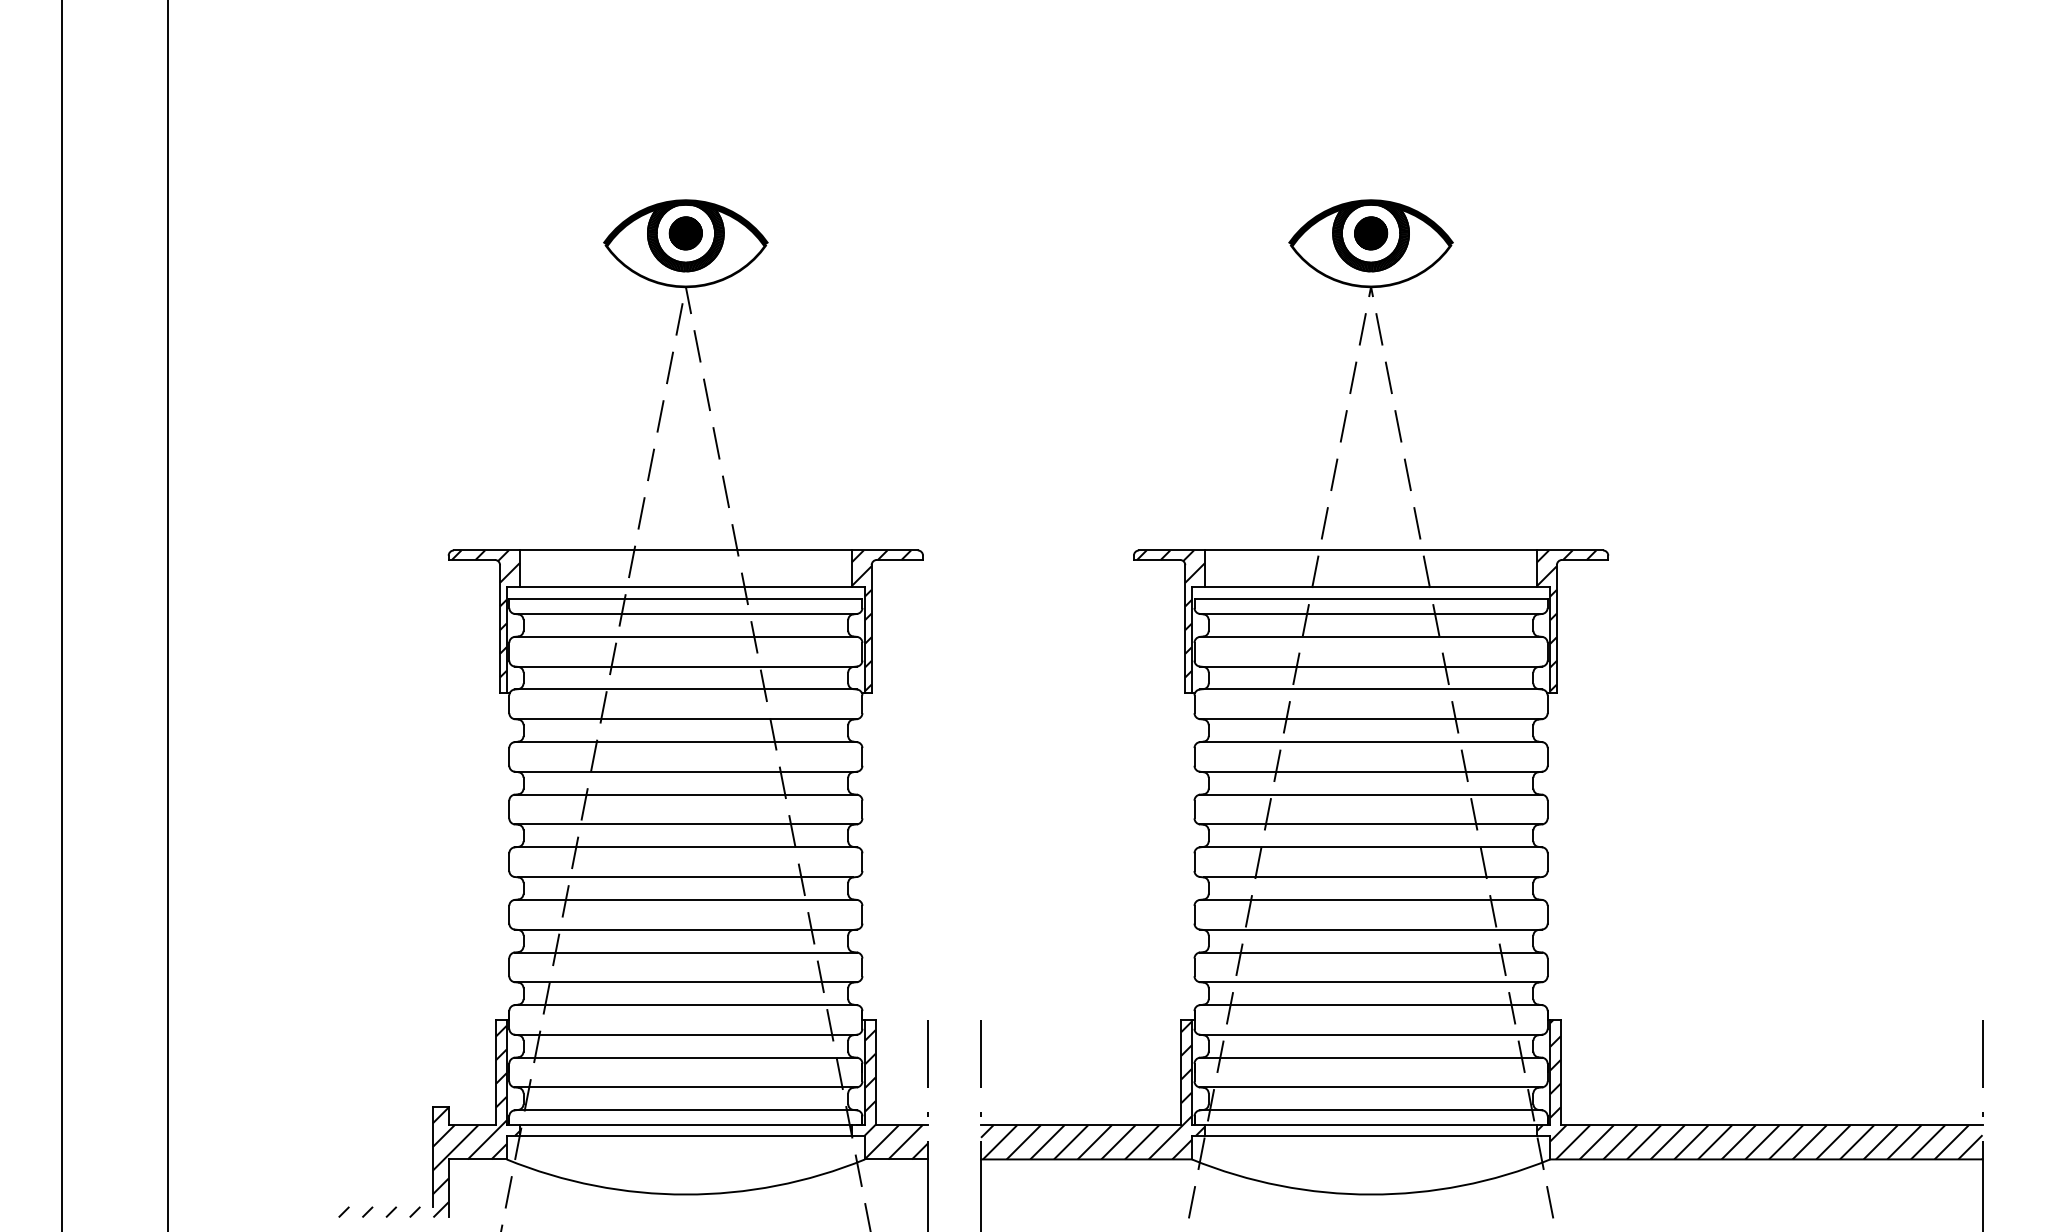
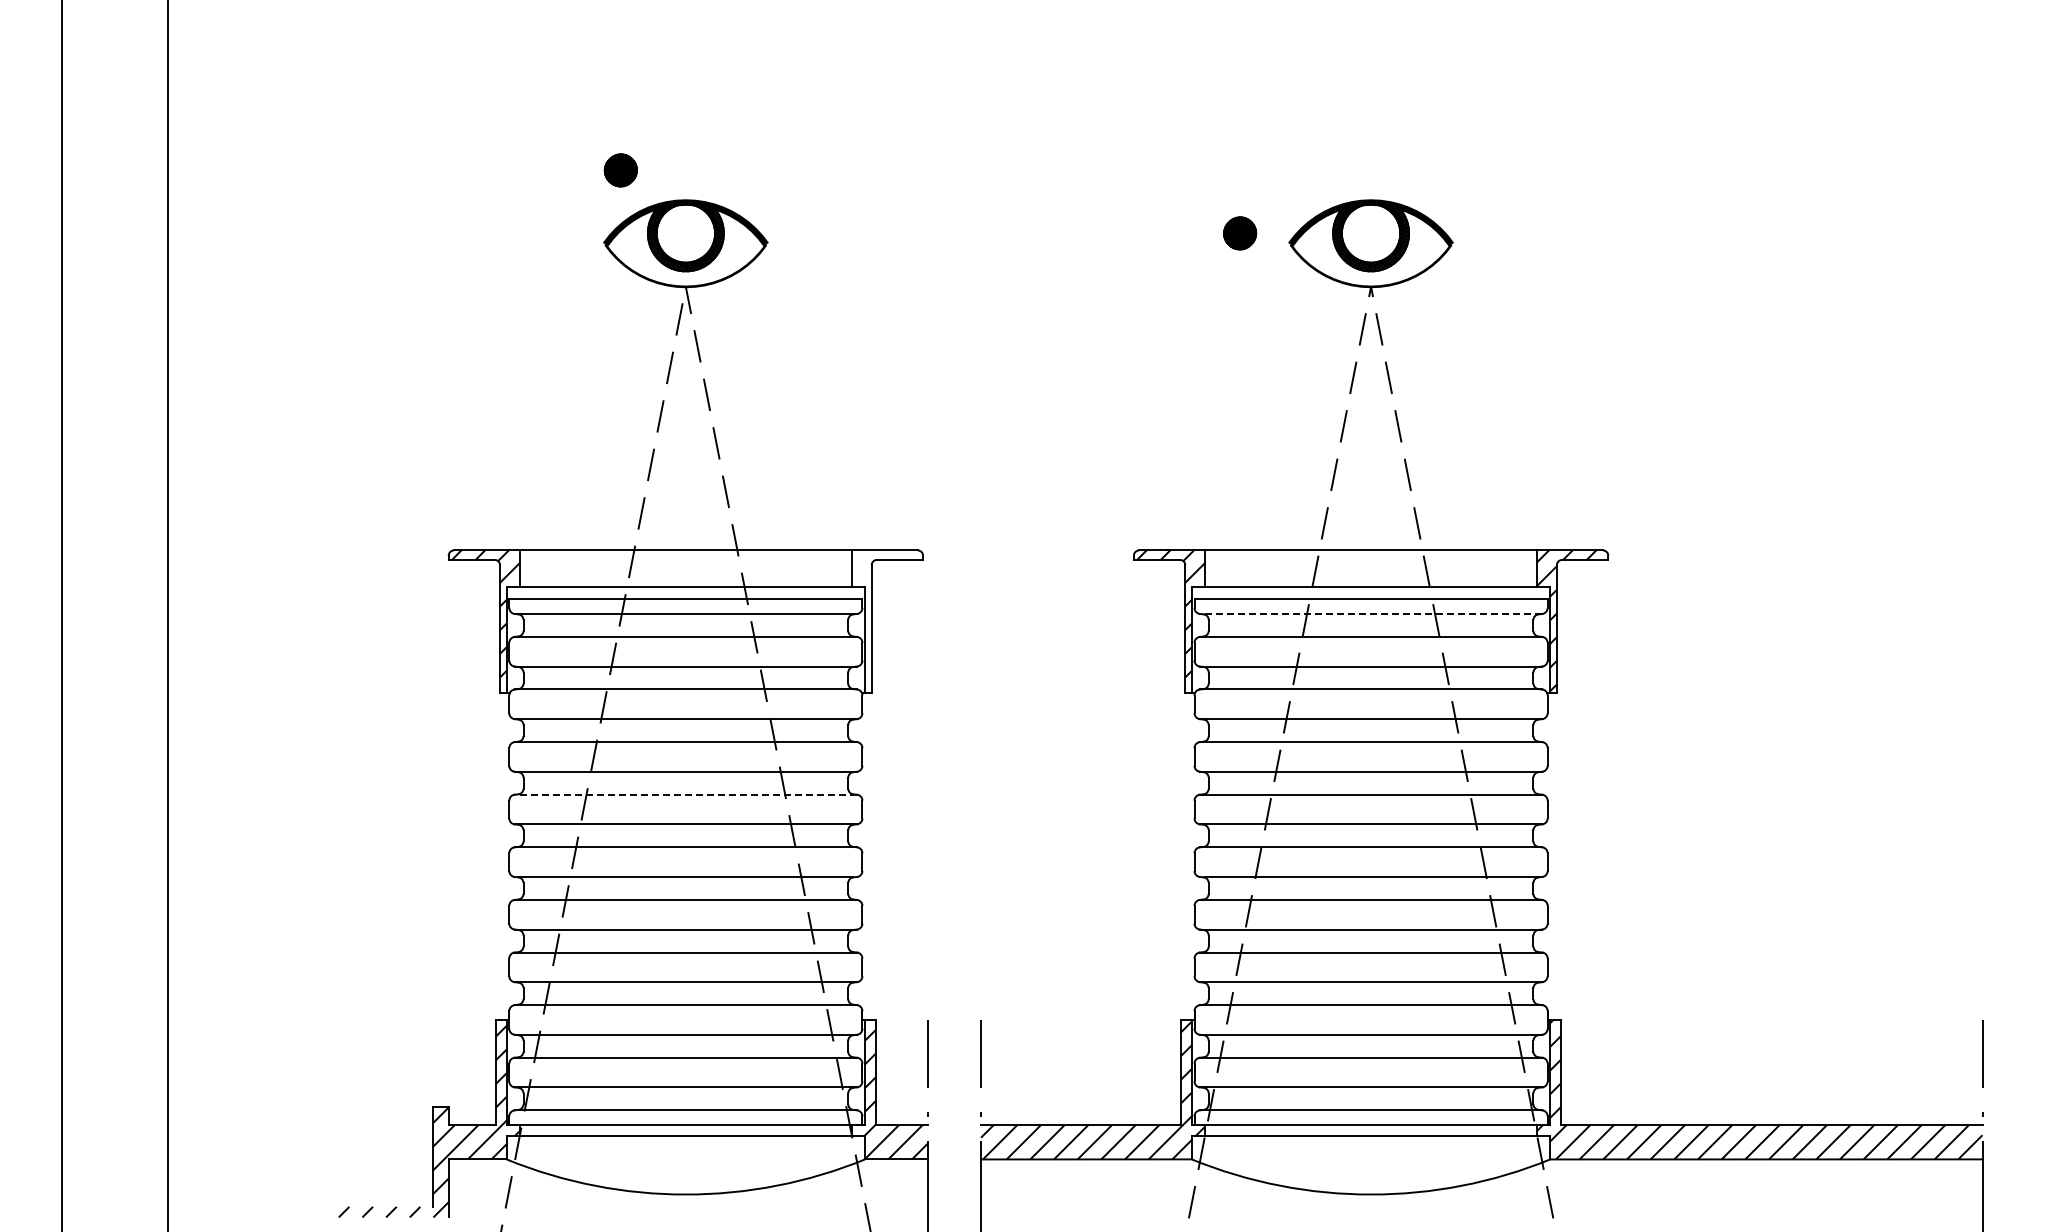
part at (685, 233) position: (685, 233) -> (620, 170)
part at (1371, 233) position: (1371, 233) -> (1240, 233)
line at (1370, 613): solid -> dashed
hatch at (881, 620): present -> none
line at (685, 794): solid -> dashed
